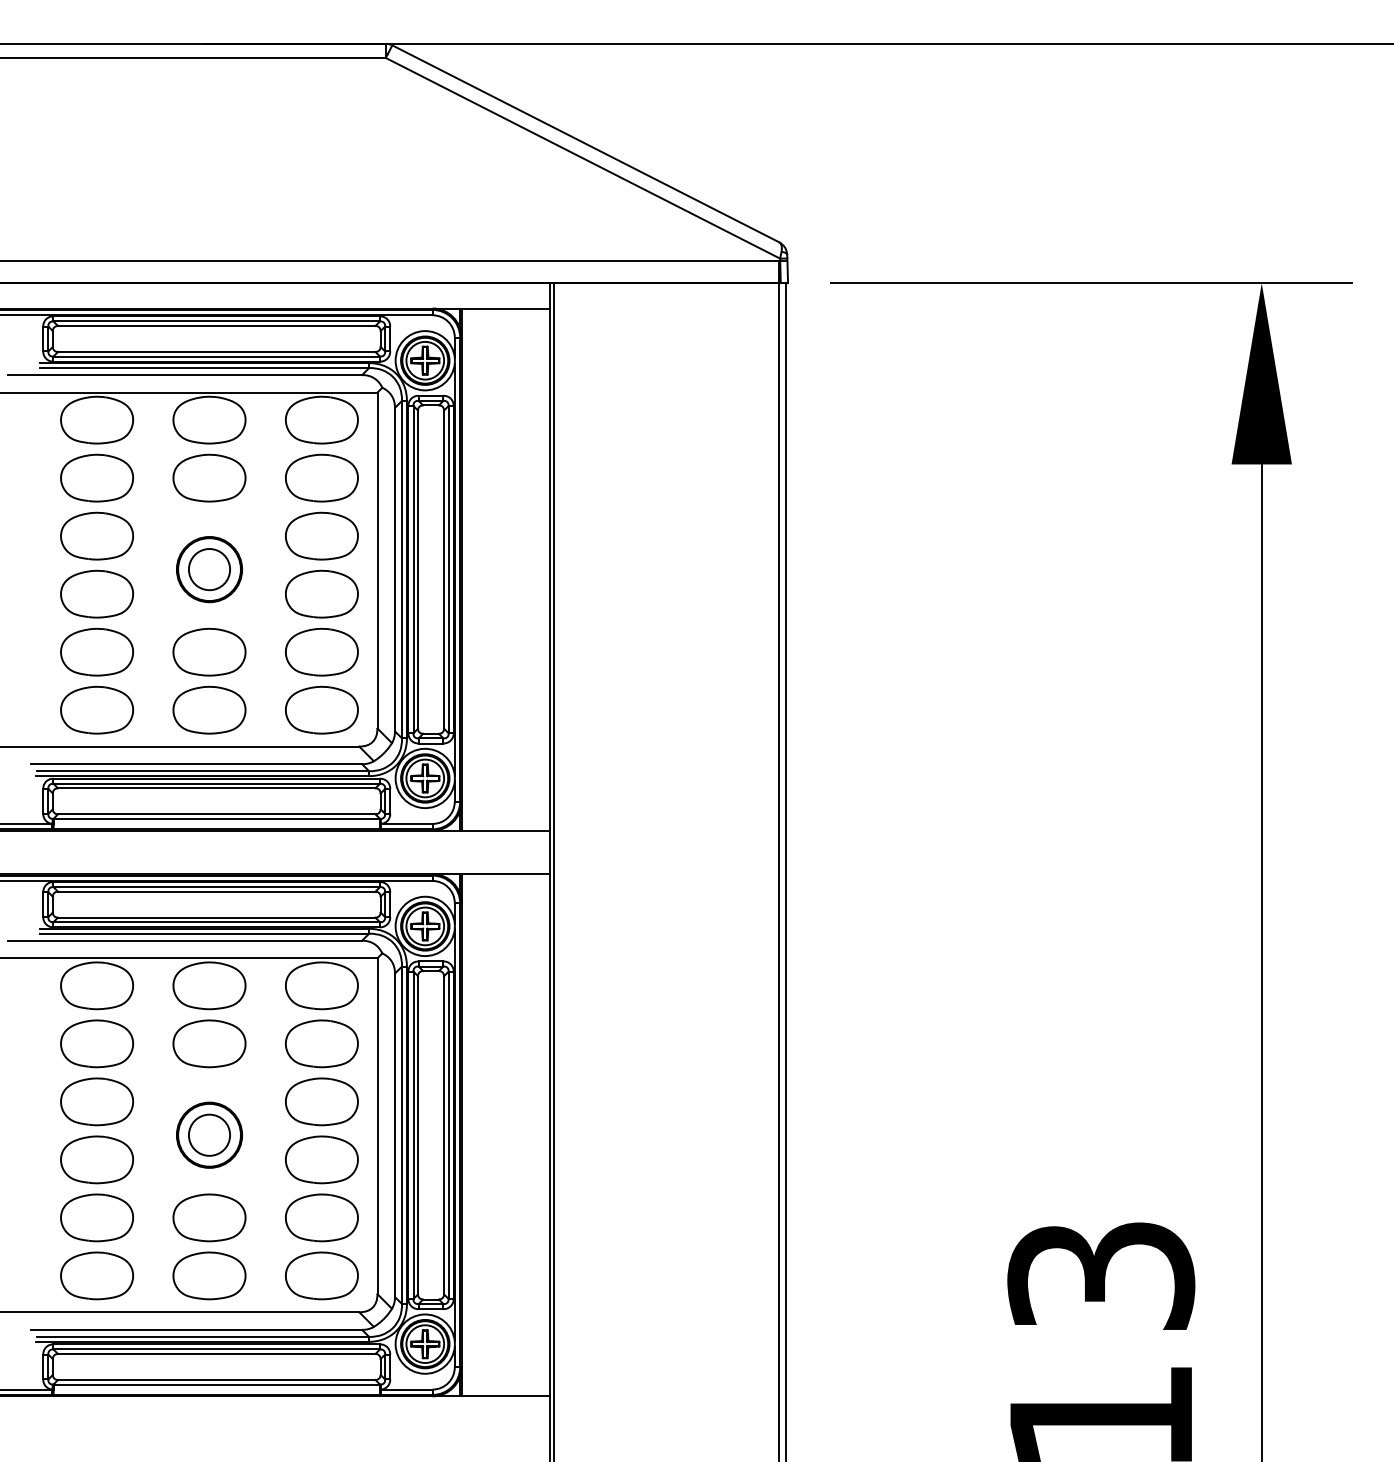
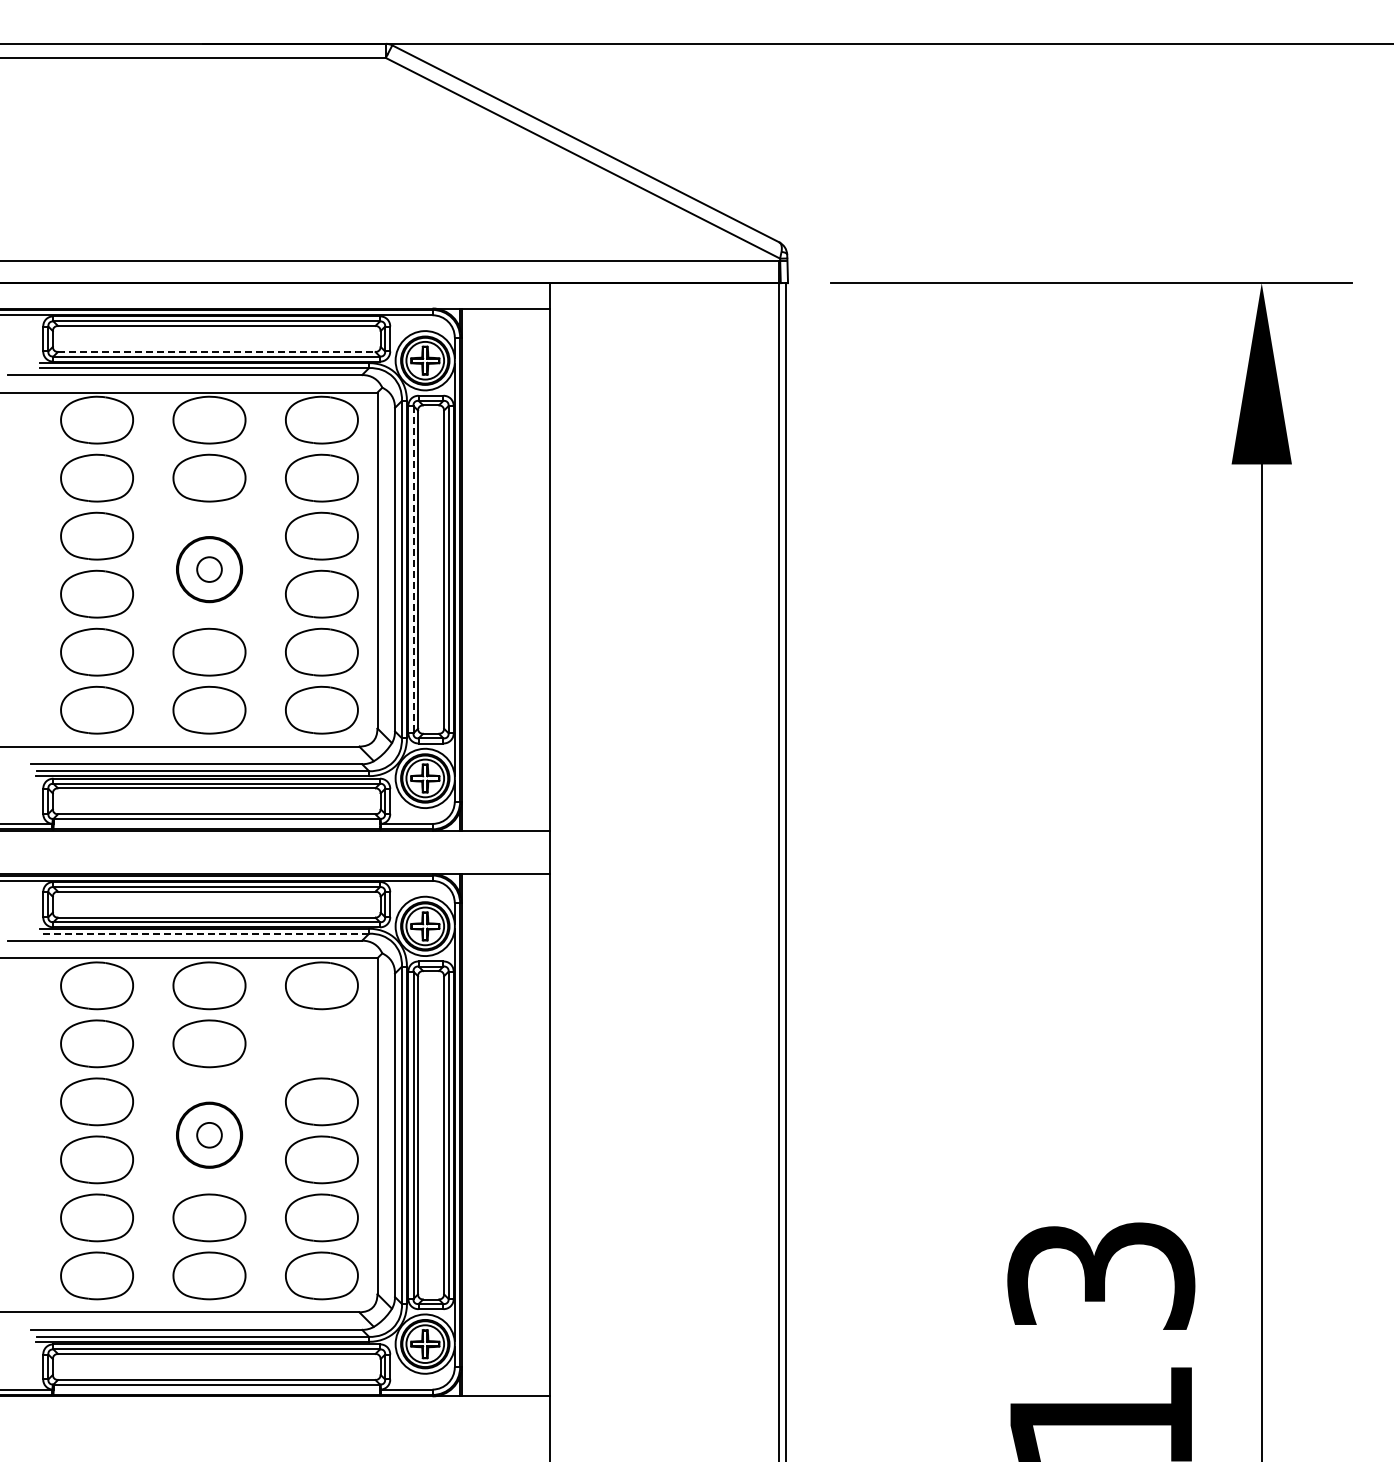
line at (216, 352): solid -> dashed
circle at (209, 569) diameter: 41 px -> 25 px
line at (413, 569): solid -> dashed
line at (554, 870): present -> none
line at (204, 933): solid -> dashed
part at (321, 1043): present -> none
circle at (209, 1134) diameter: 41 px -> 25 px
